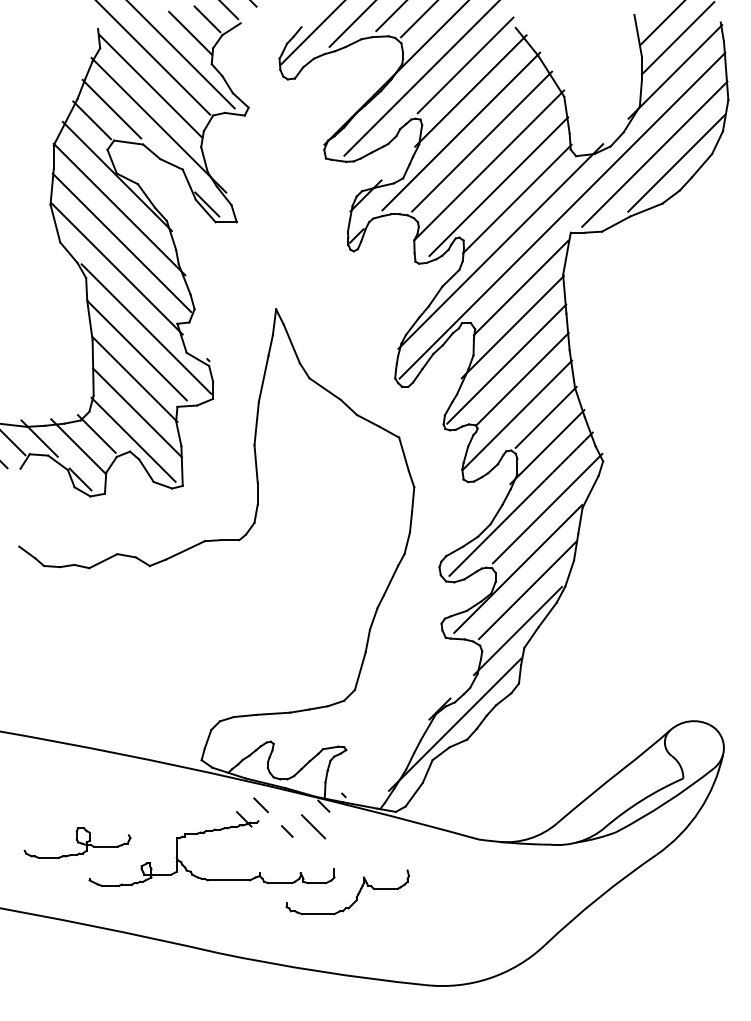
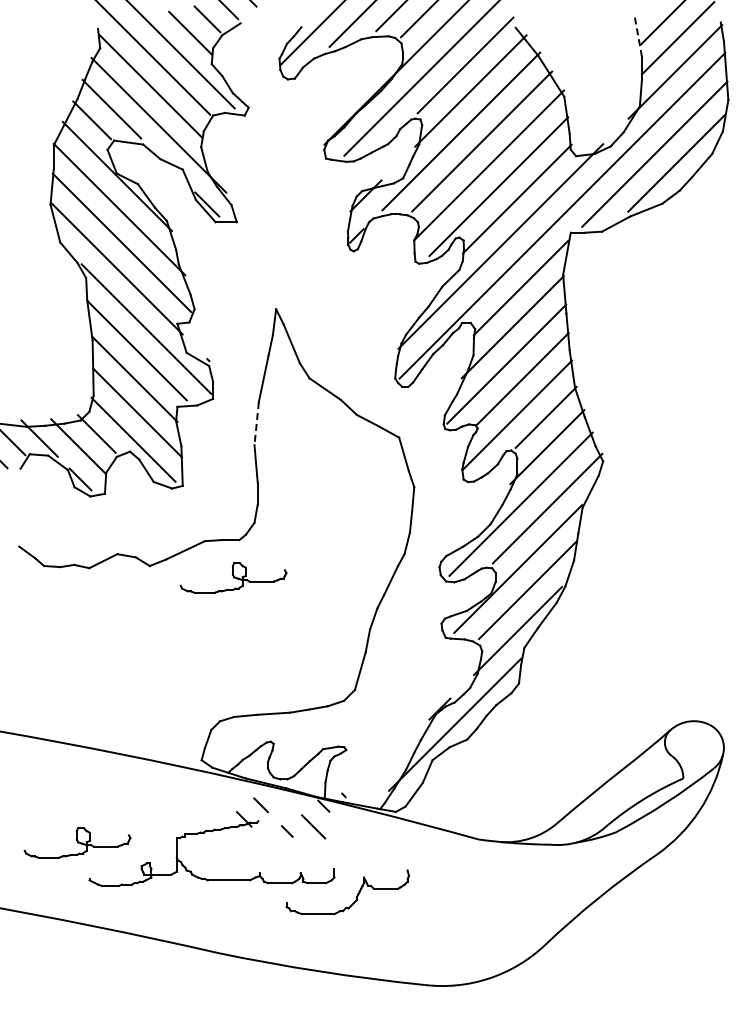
line at (638, 35): solid -> dashed
line at (256, 423): solid -> dashed
part at (233, 577): none -> present
